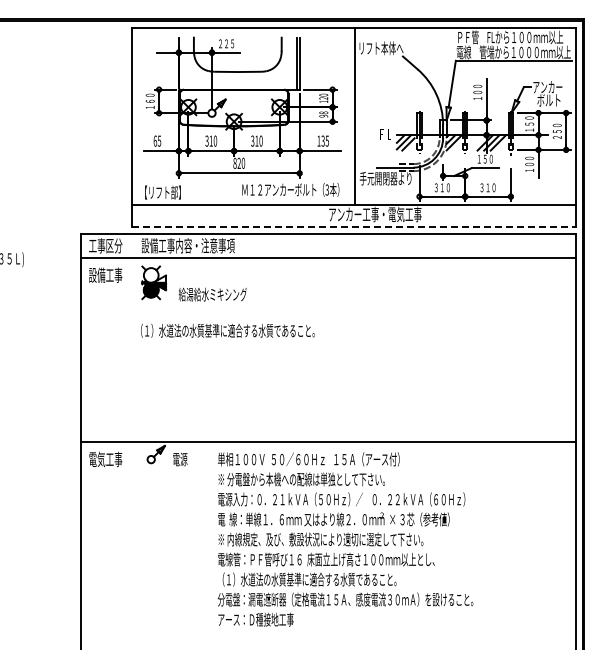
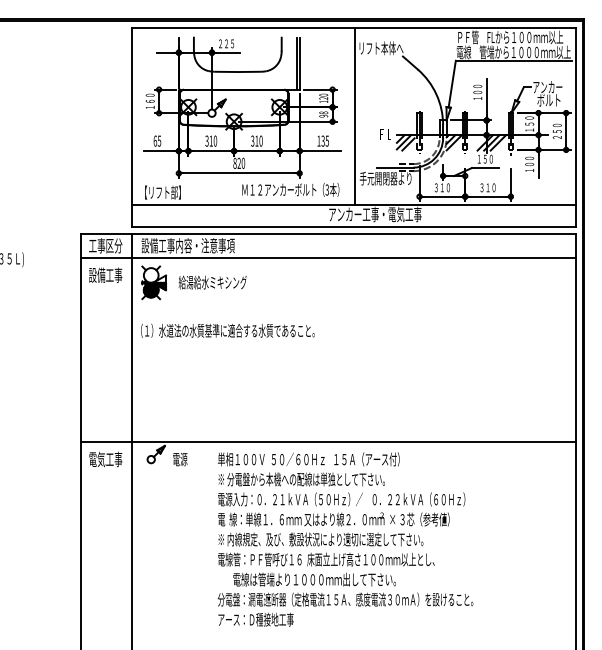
line at (353, 226): dashed -> solid
text at (212, 294) position: (212, 294) -> (212, 282)
line at (132, 440): none -> present
text at (309, 579): （１）水道法の水質基準に適合する水質であること。 -> 電線は管端より１０００ｍｍ出して下さい。
